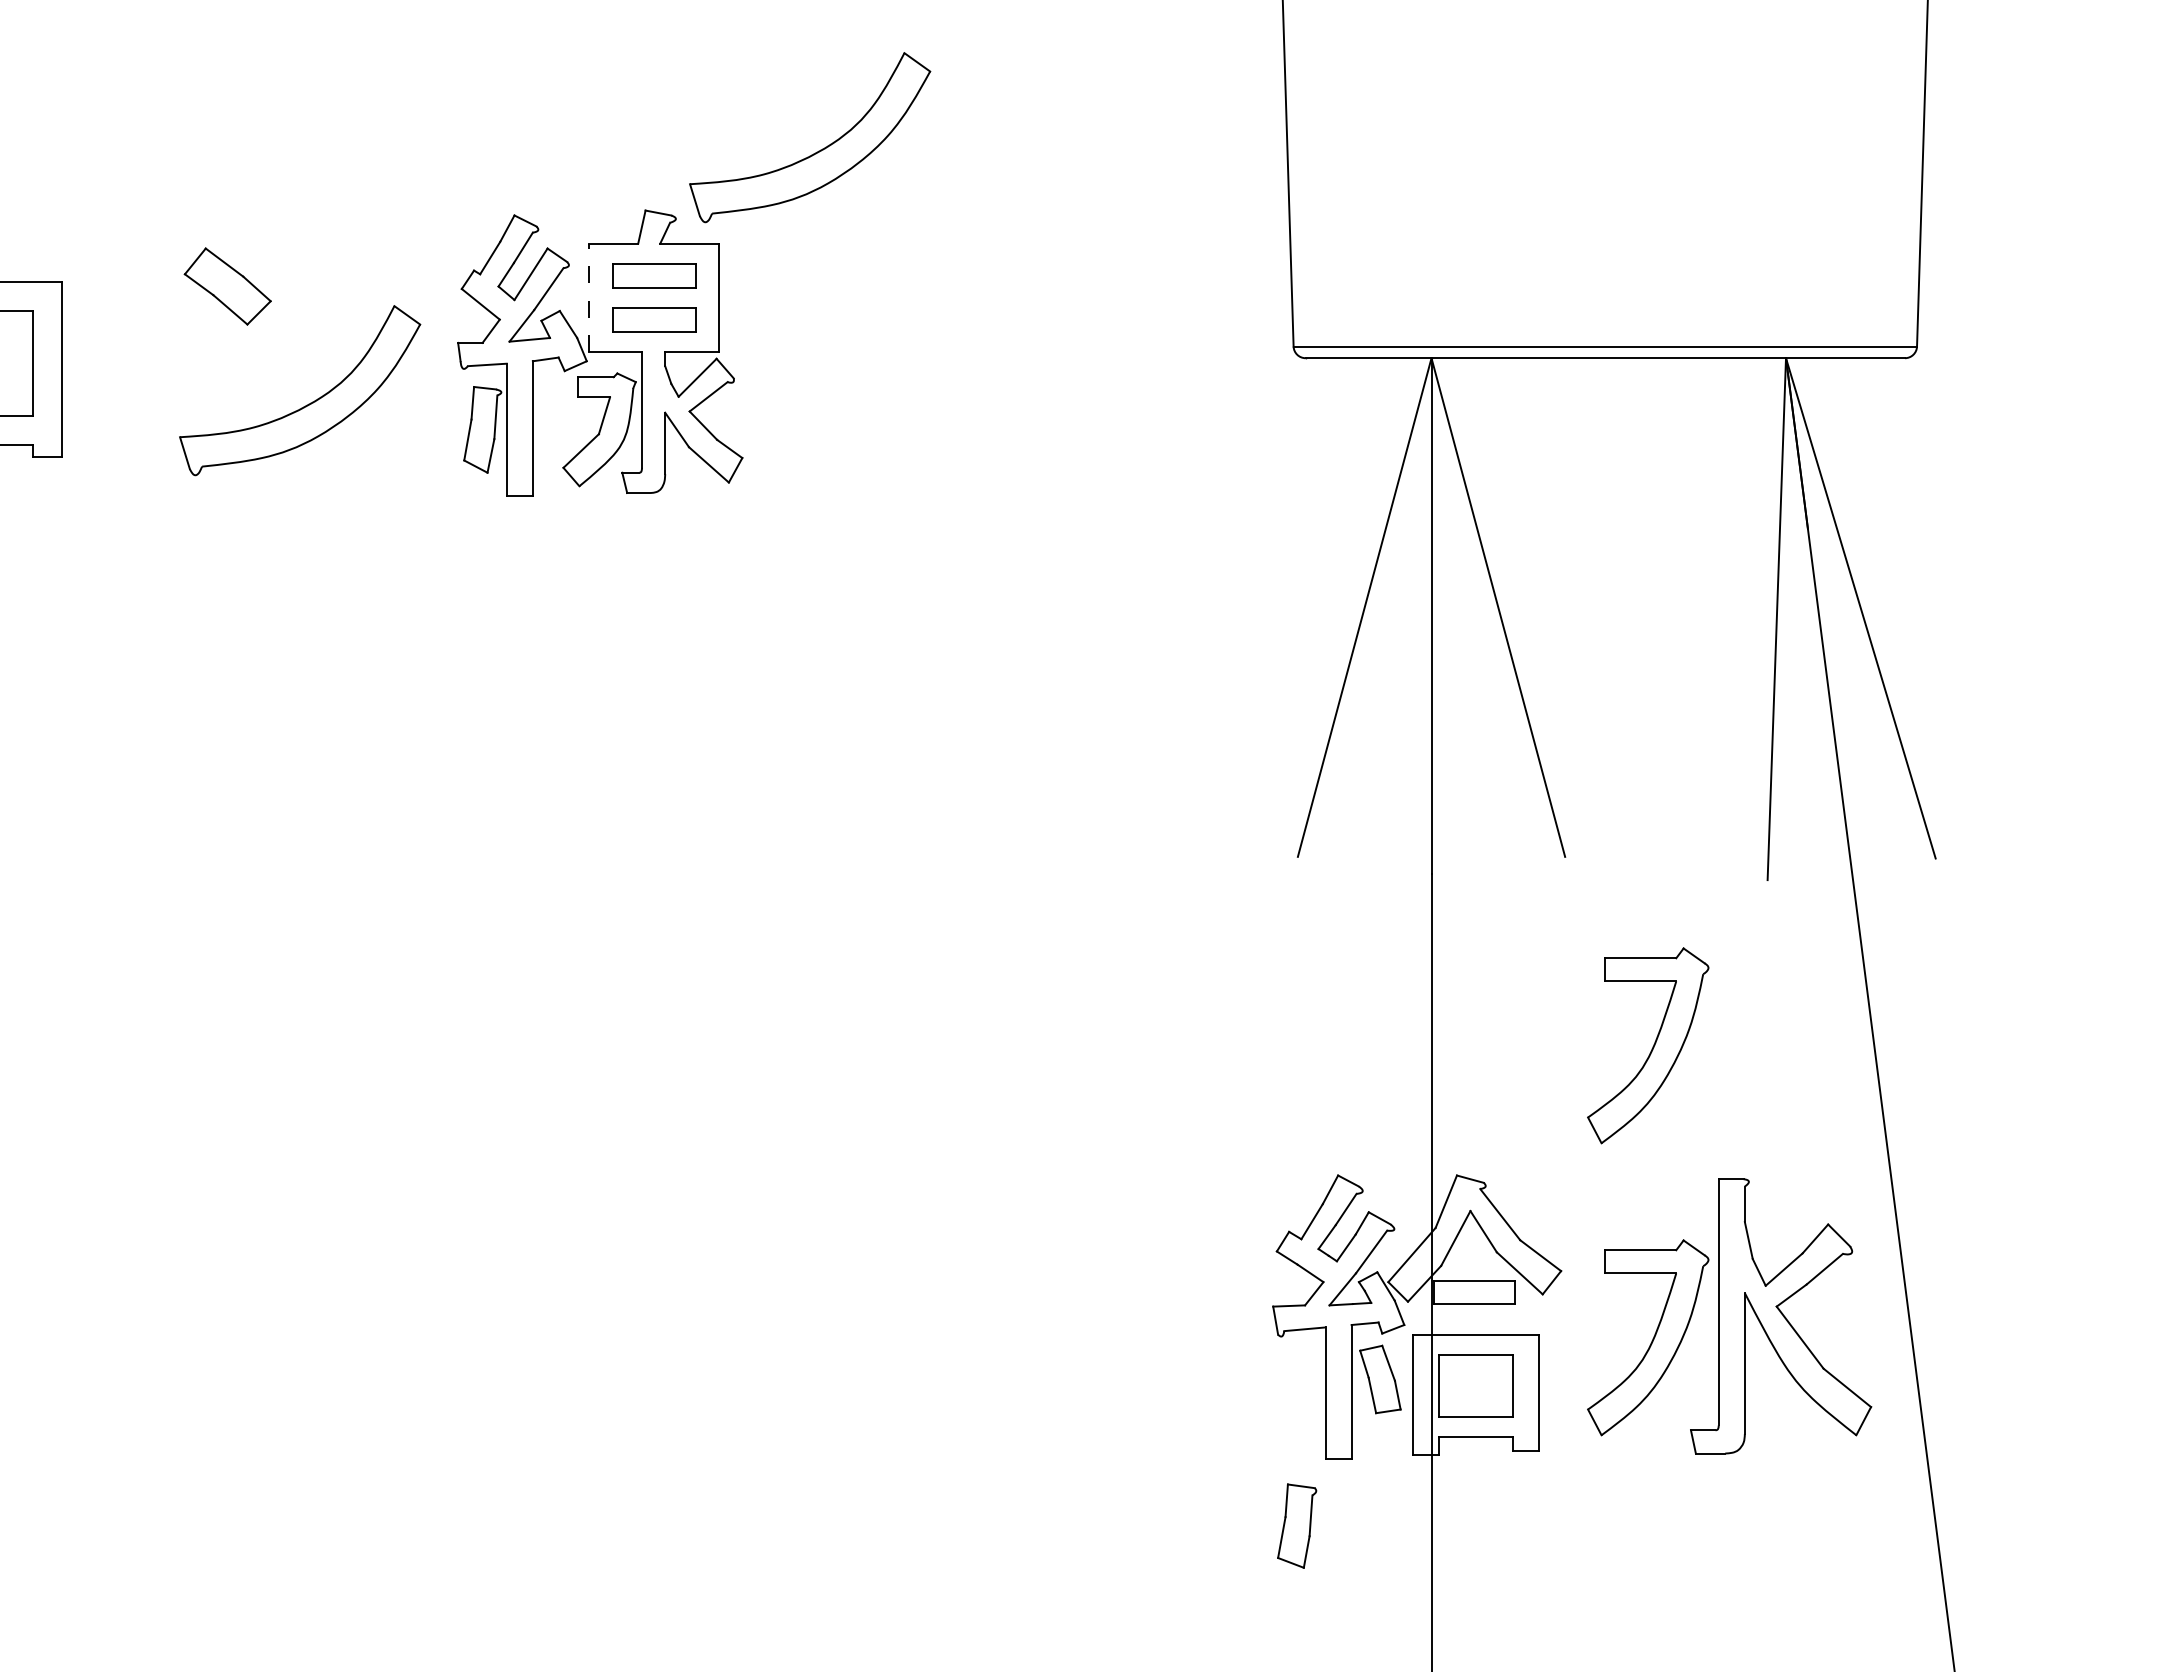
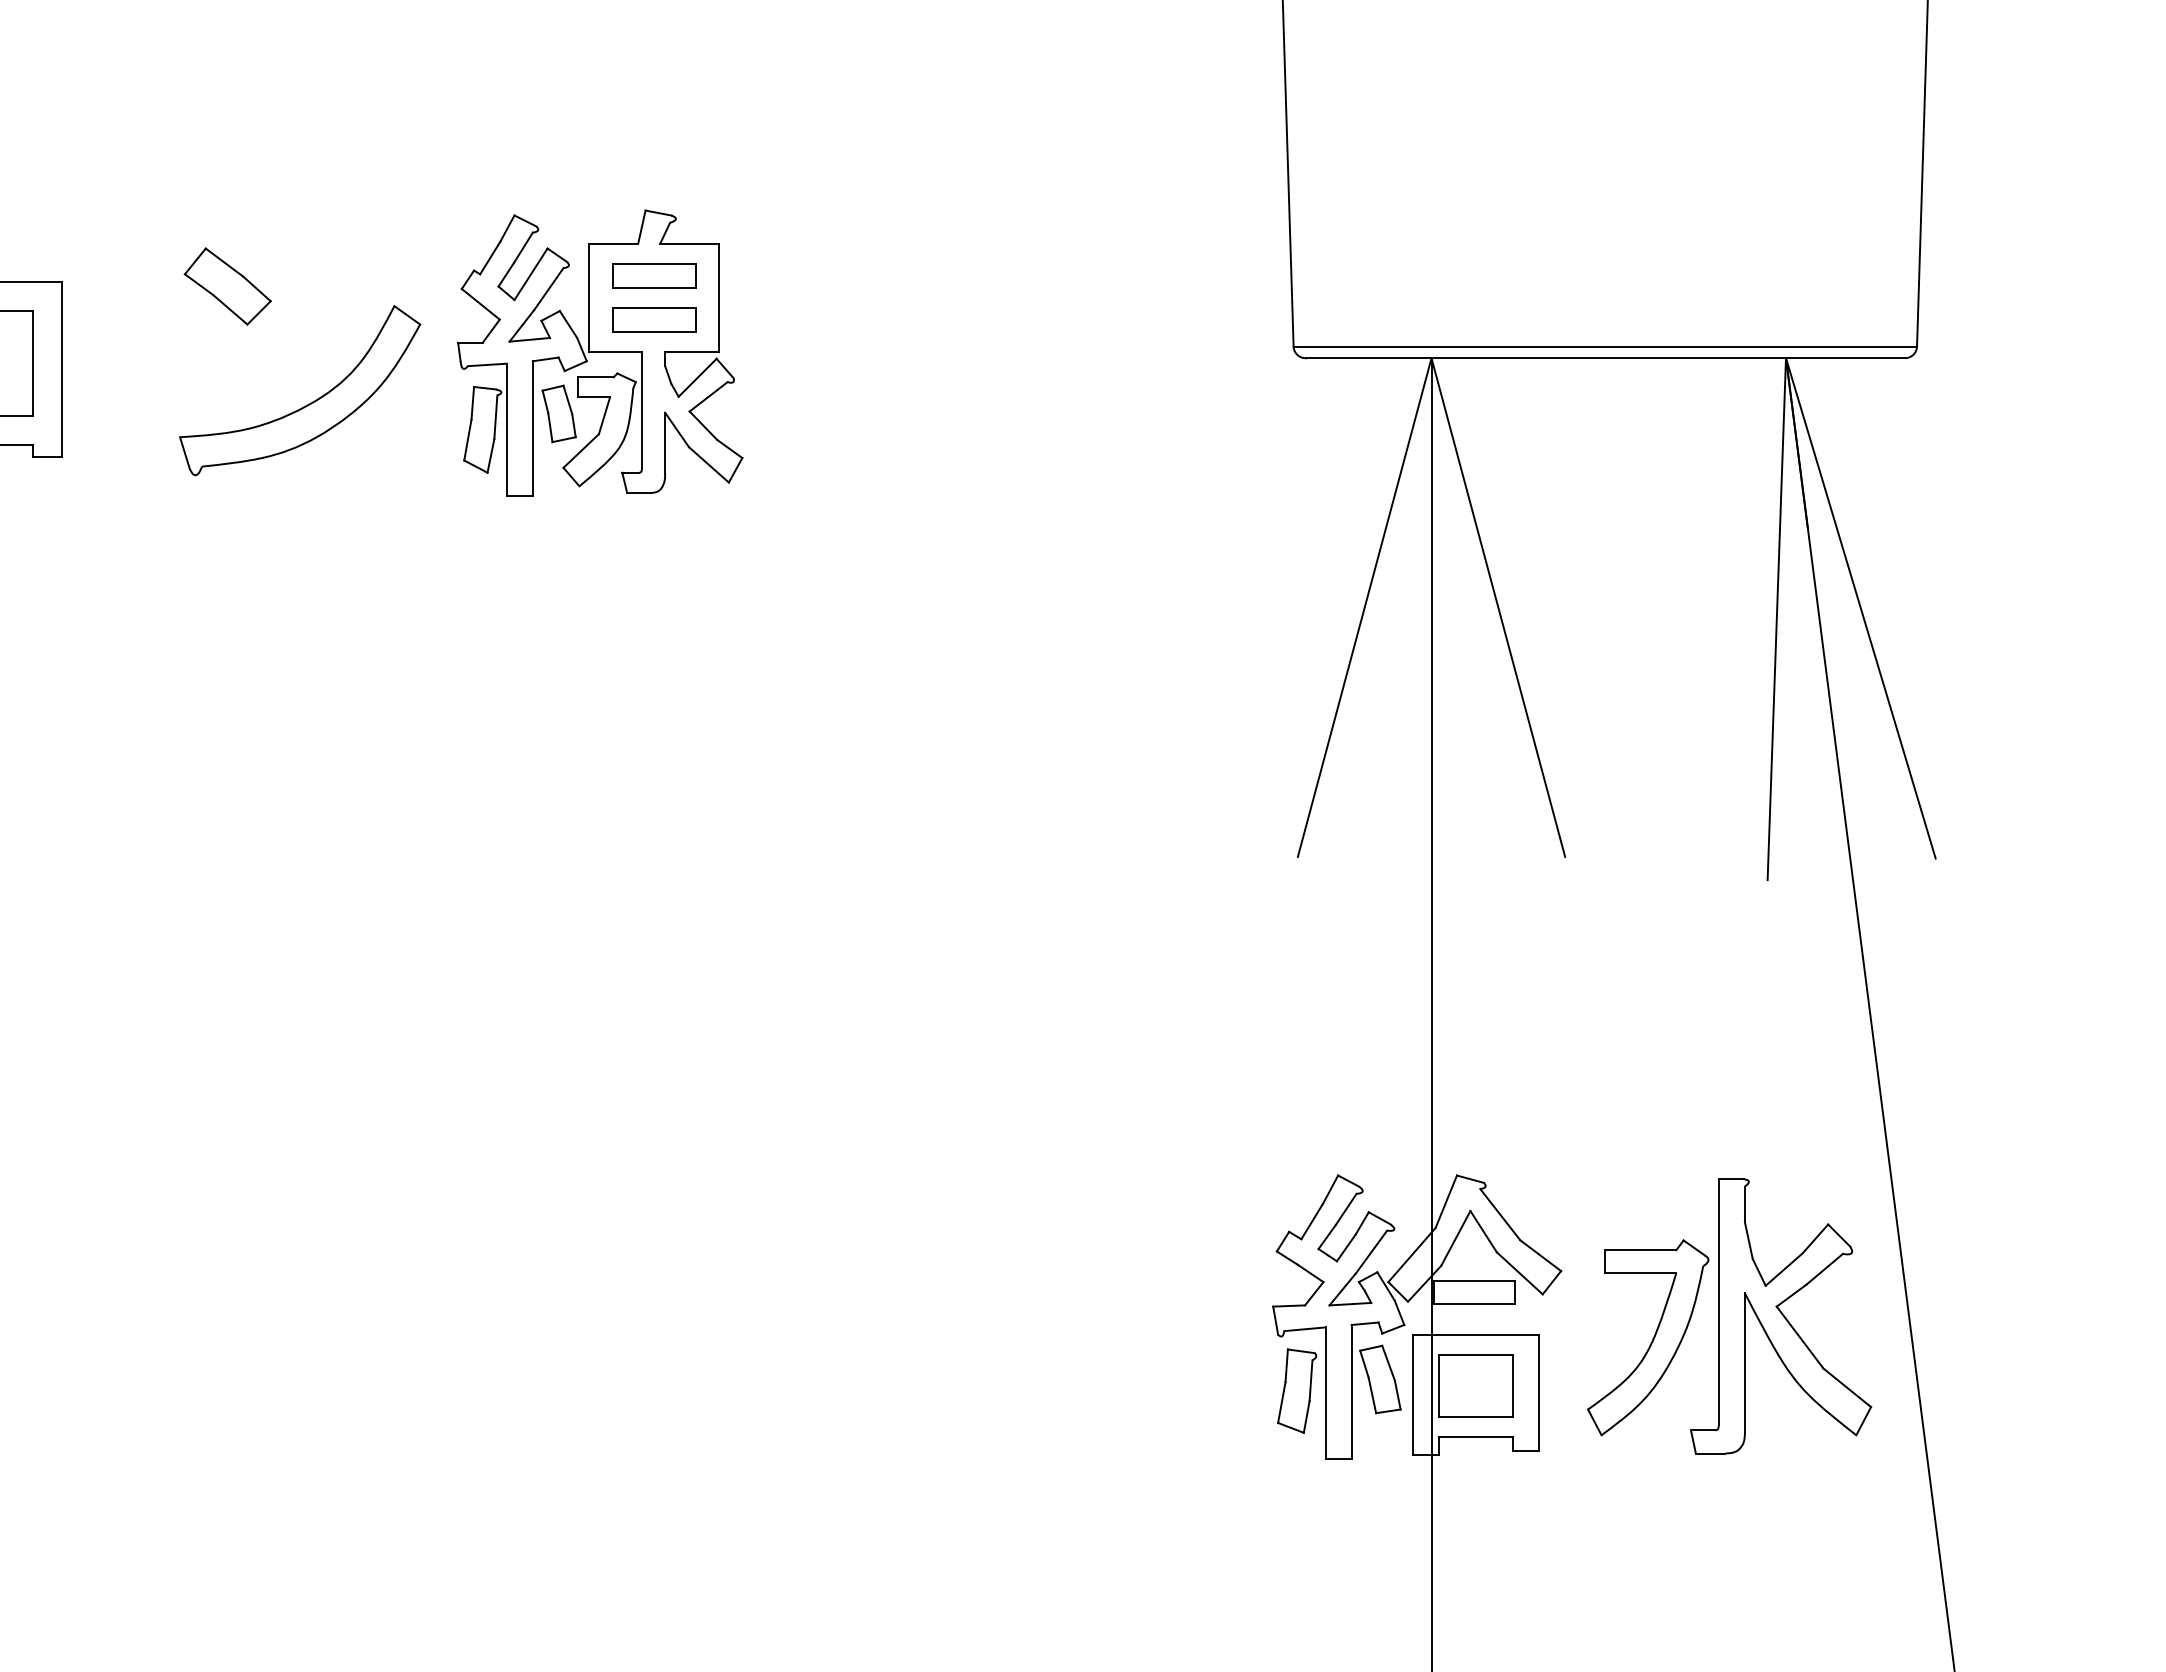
part at (818, 150): present -> none
line at (589, 297): dashed -> solid
part at (558, 413): none -> present
part at (1648, 1045): present -> none
part at (1297, 1525) position: (1297, 1525) -> (1297, 1390)
